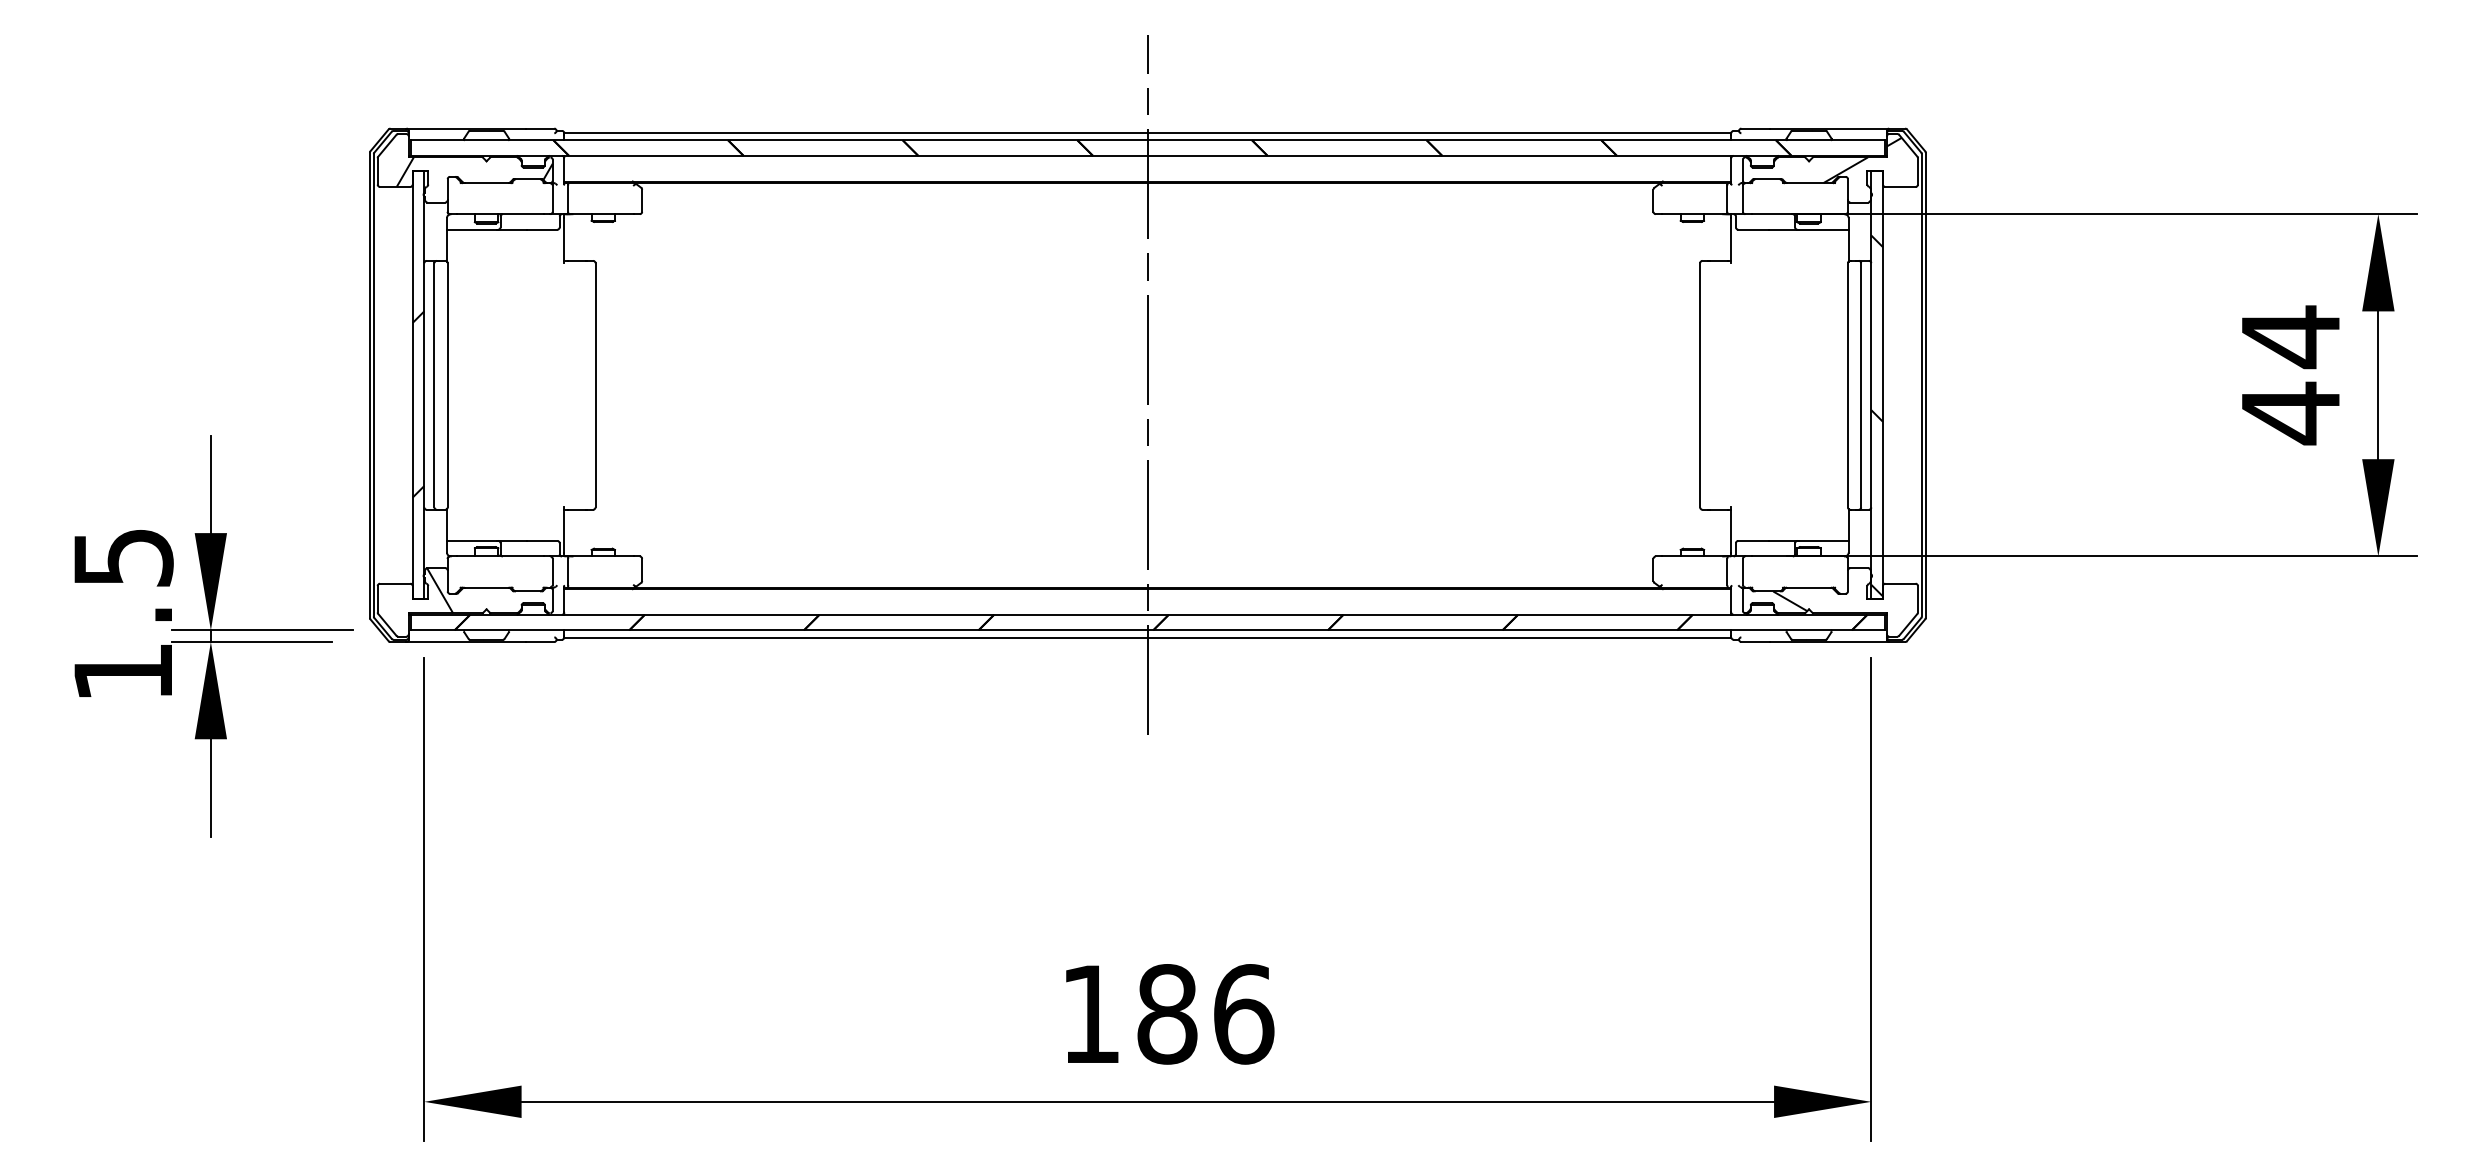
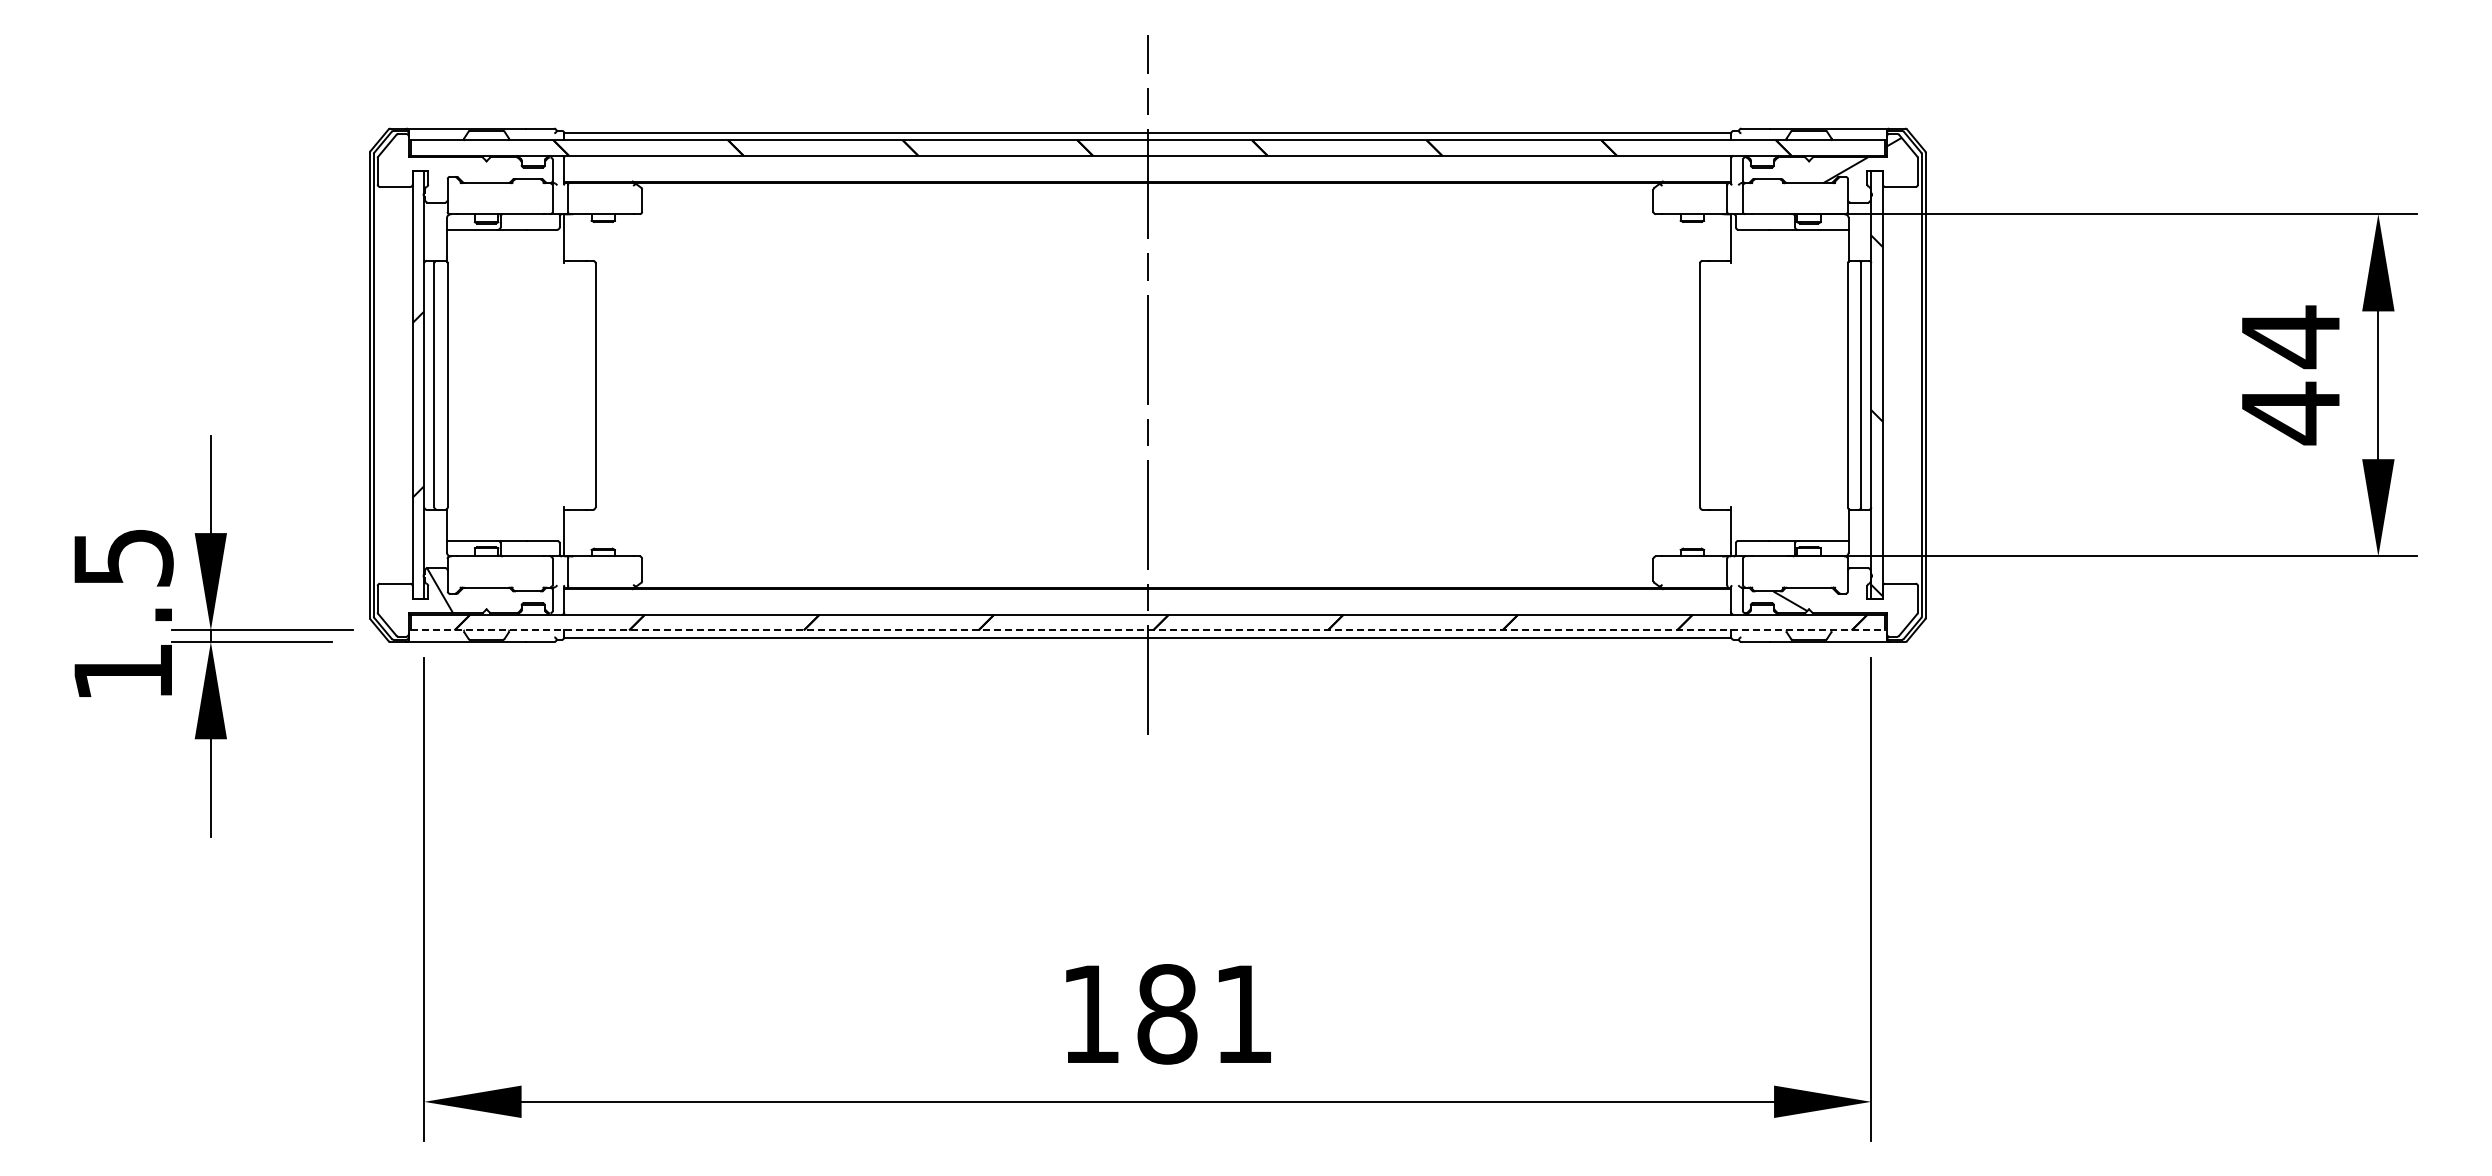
hatch at (474, 171): present -> none
line at (1147, 630): solid -> dashed
text at (1244, 1014): 186 -> 181
